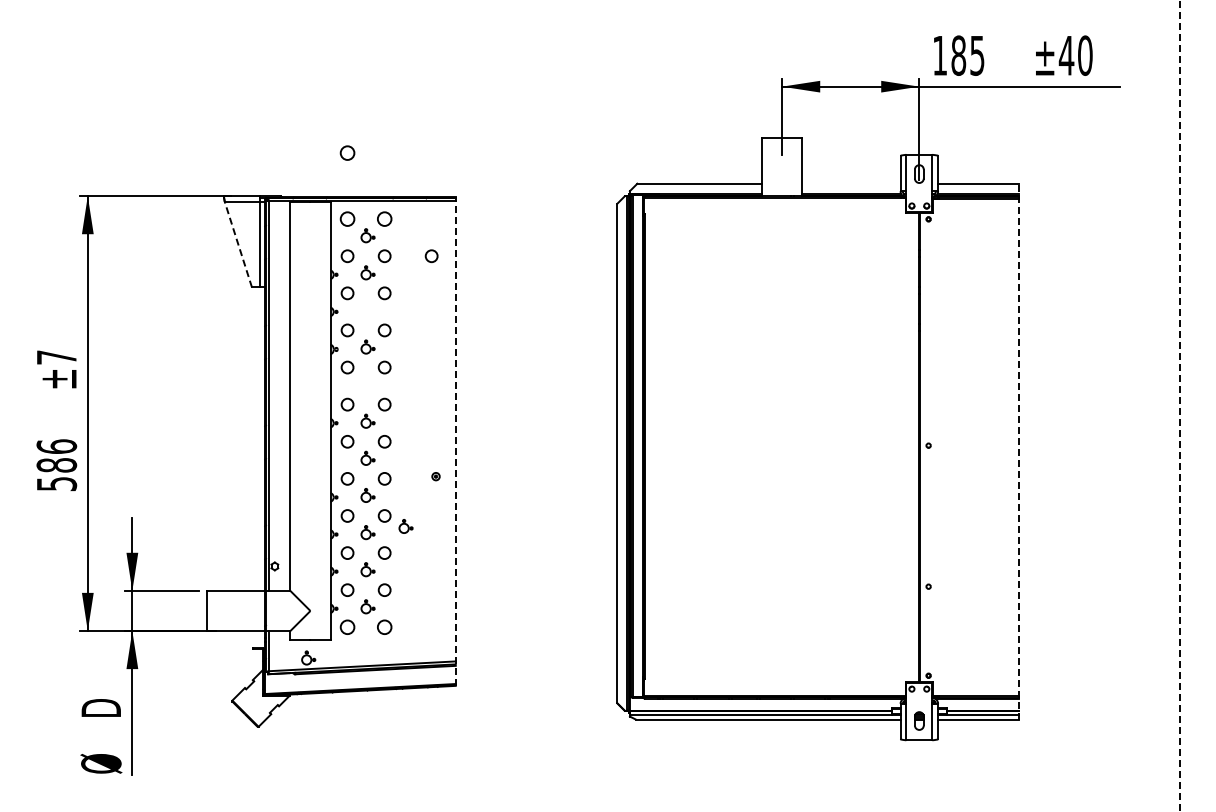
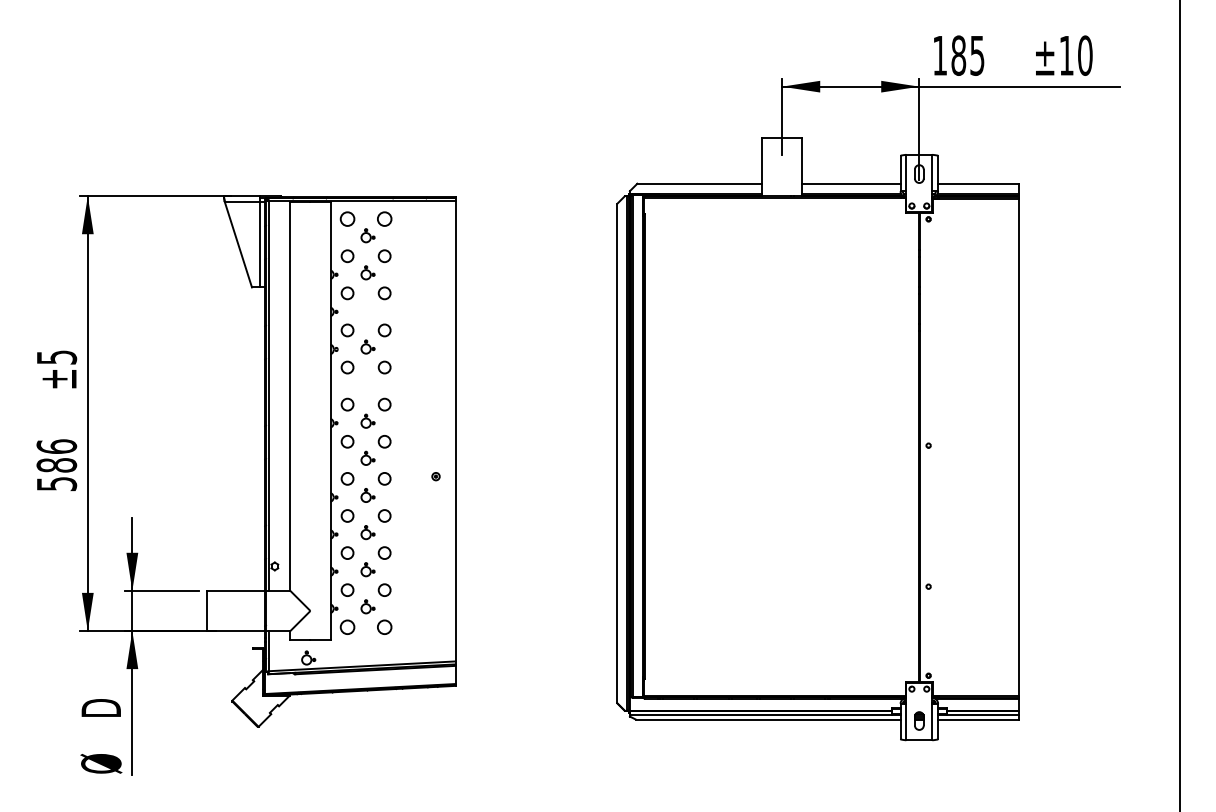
text at (1066, 55): ±40 -> ±10
circle at (347, 152): present -> none
line at (851, 183): none -> present
line at (238, 244): dashed -> solid
circle at (431, 256): present -> none
text at (57, 357): ±7 -> ±5
line at (1179, 405): dashed -> solid
line at (455, 441): dashed -> solid
line at (1019, 451): dashed -> solid
part at (405, 526): present -> none
